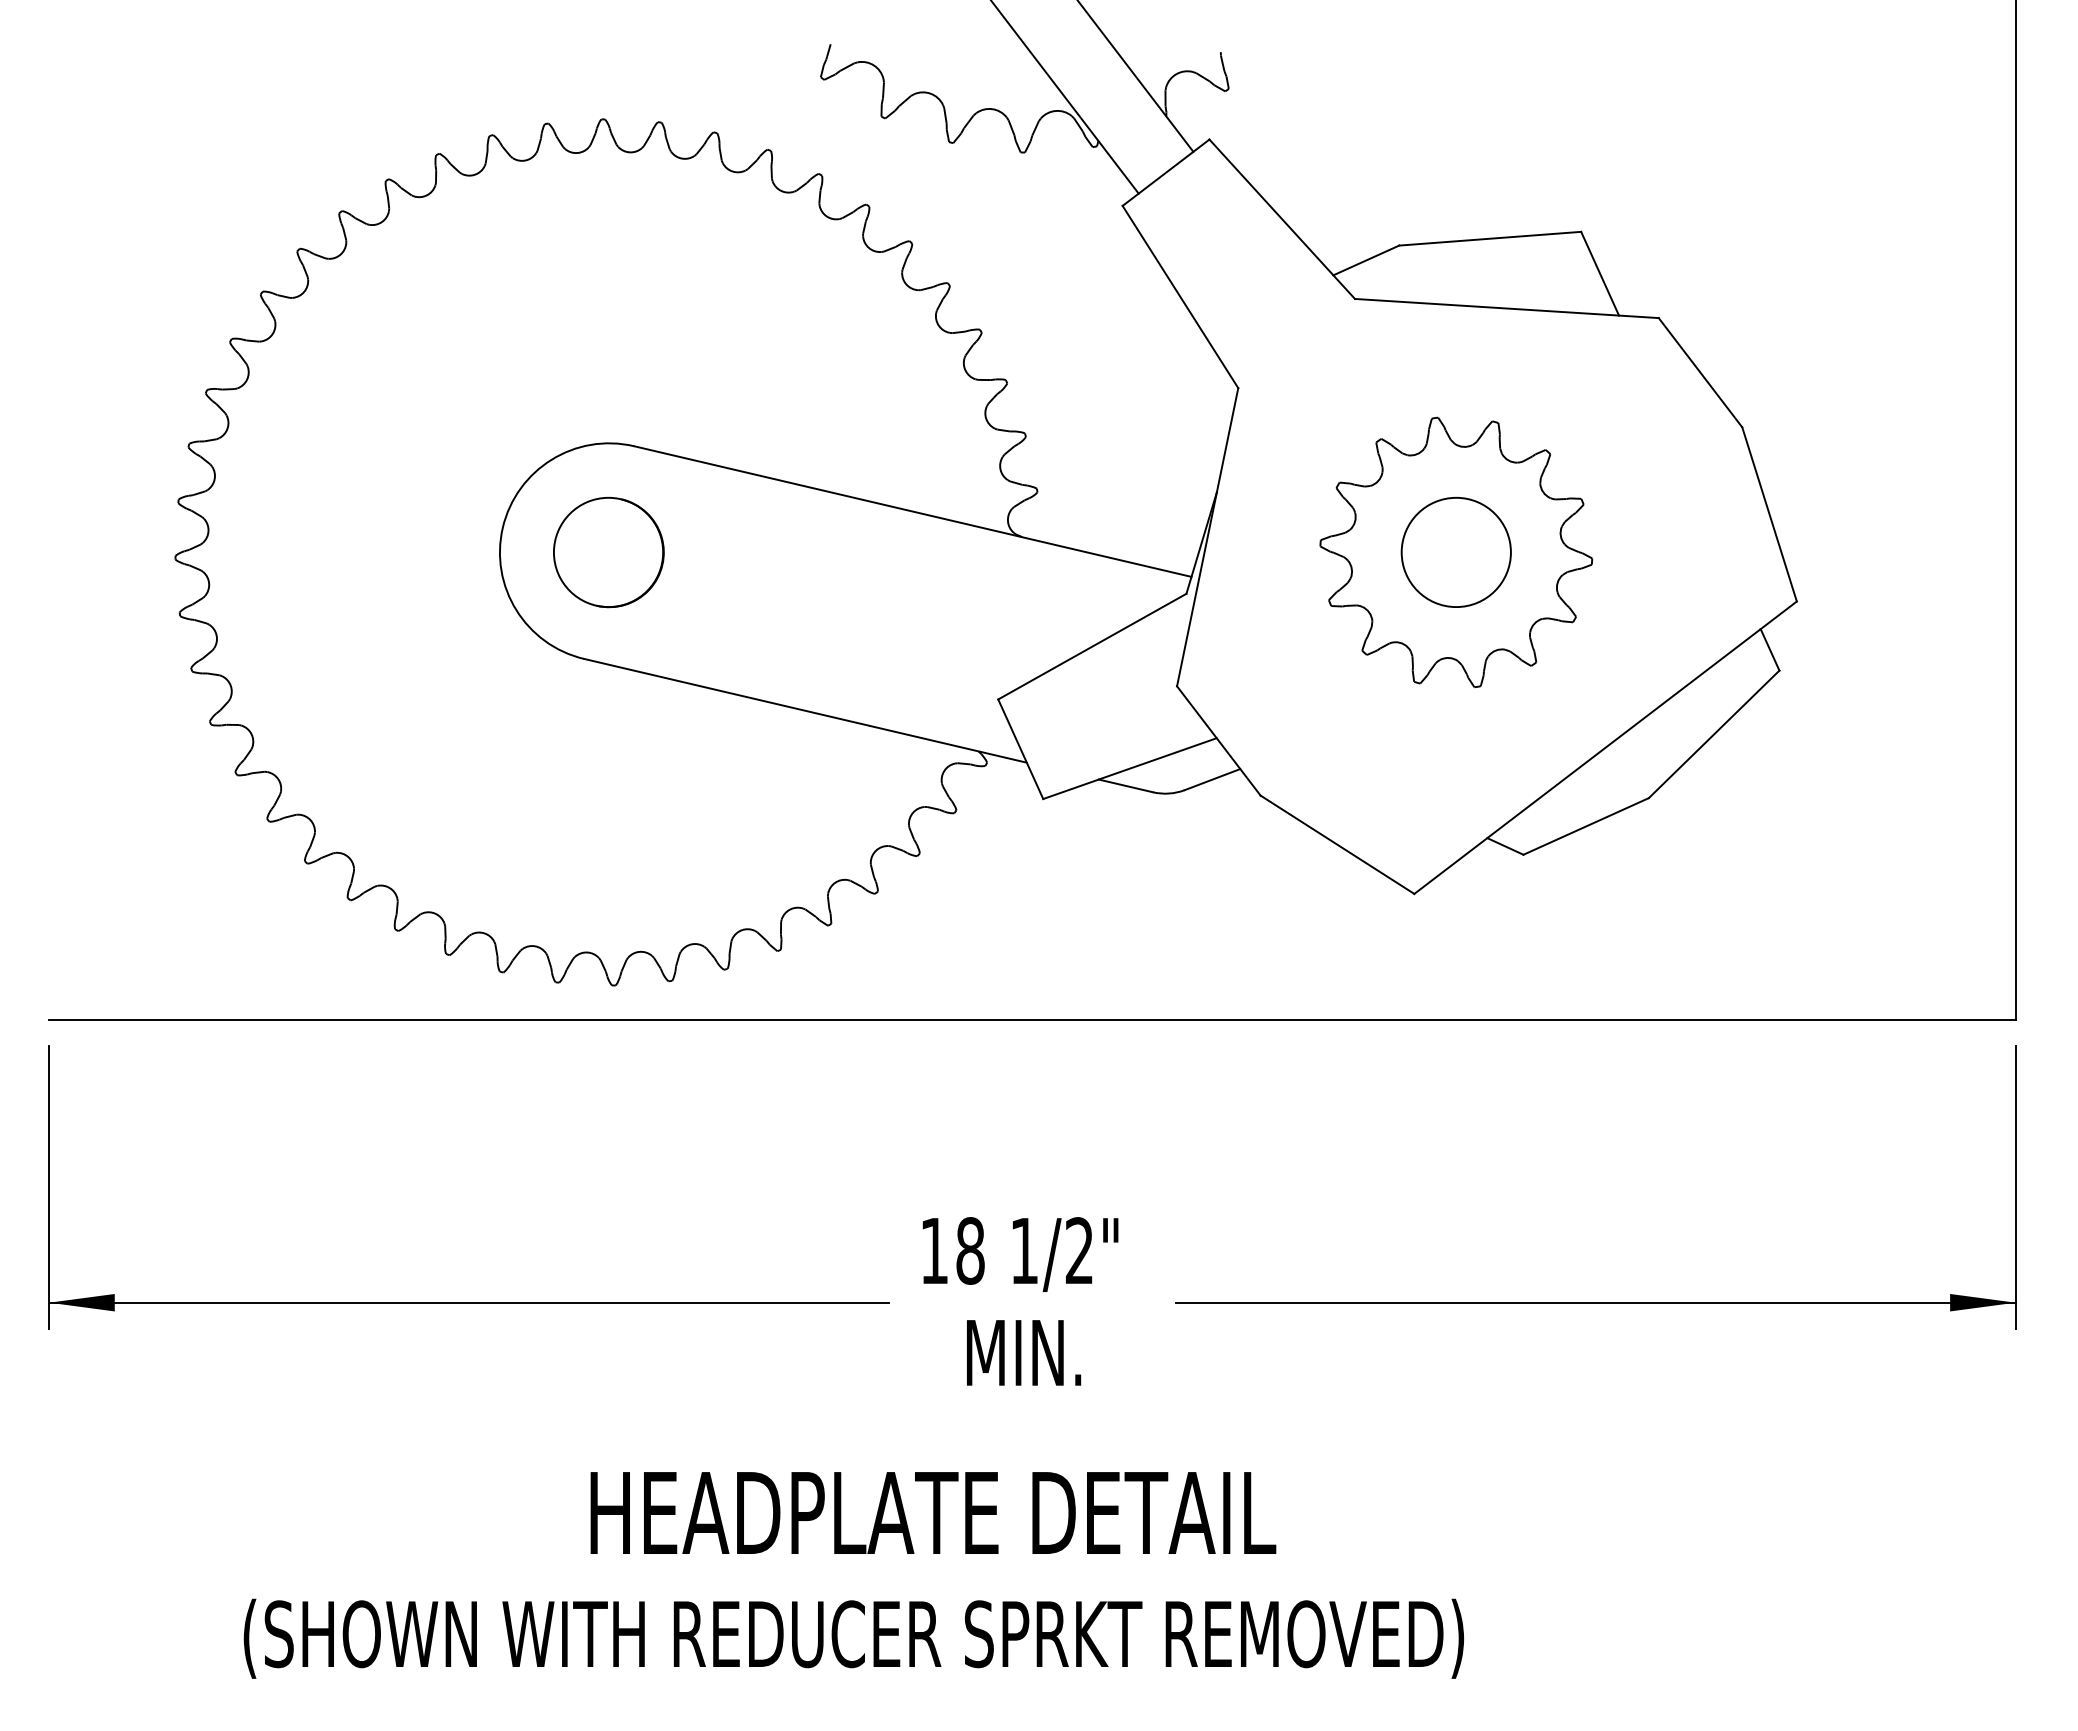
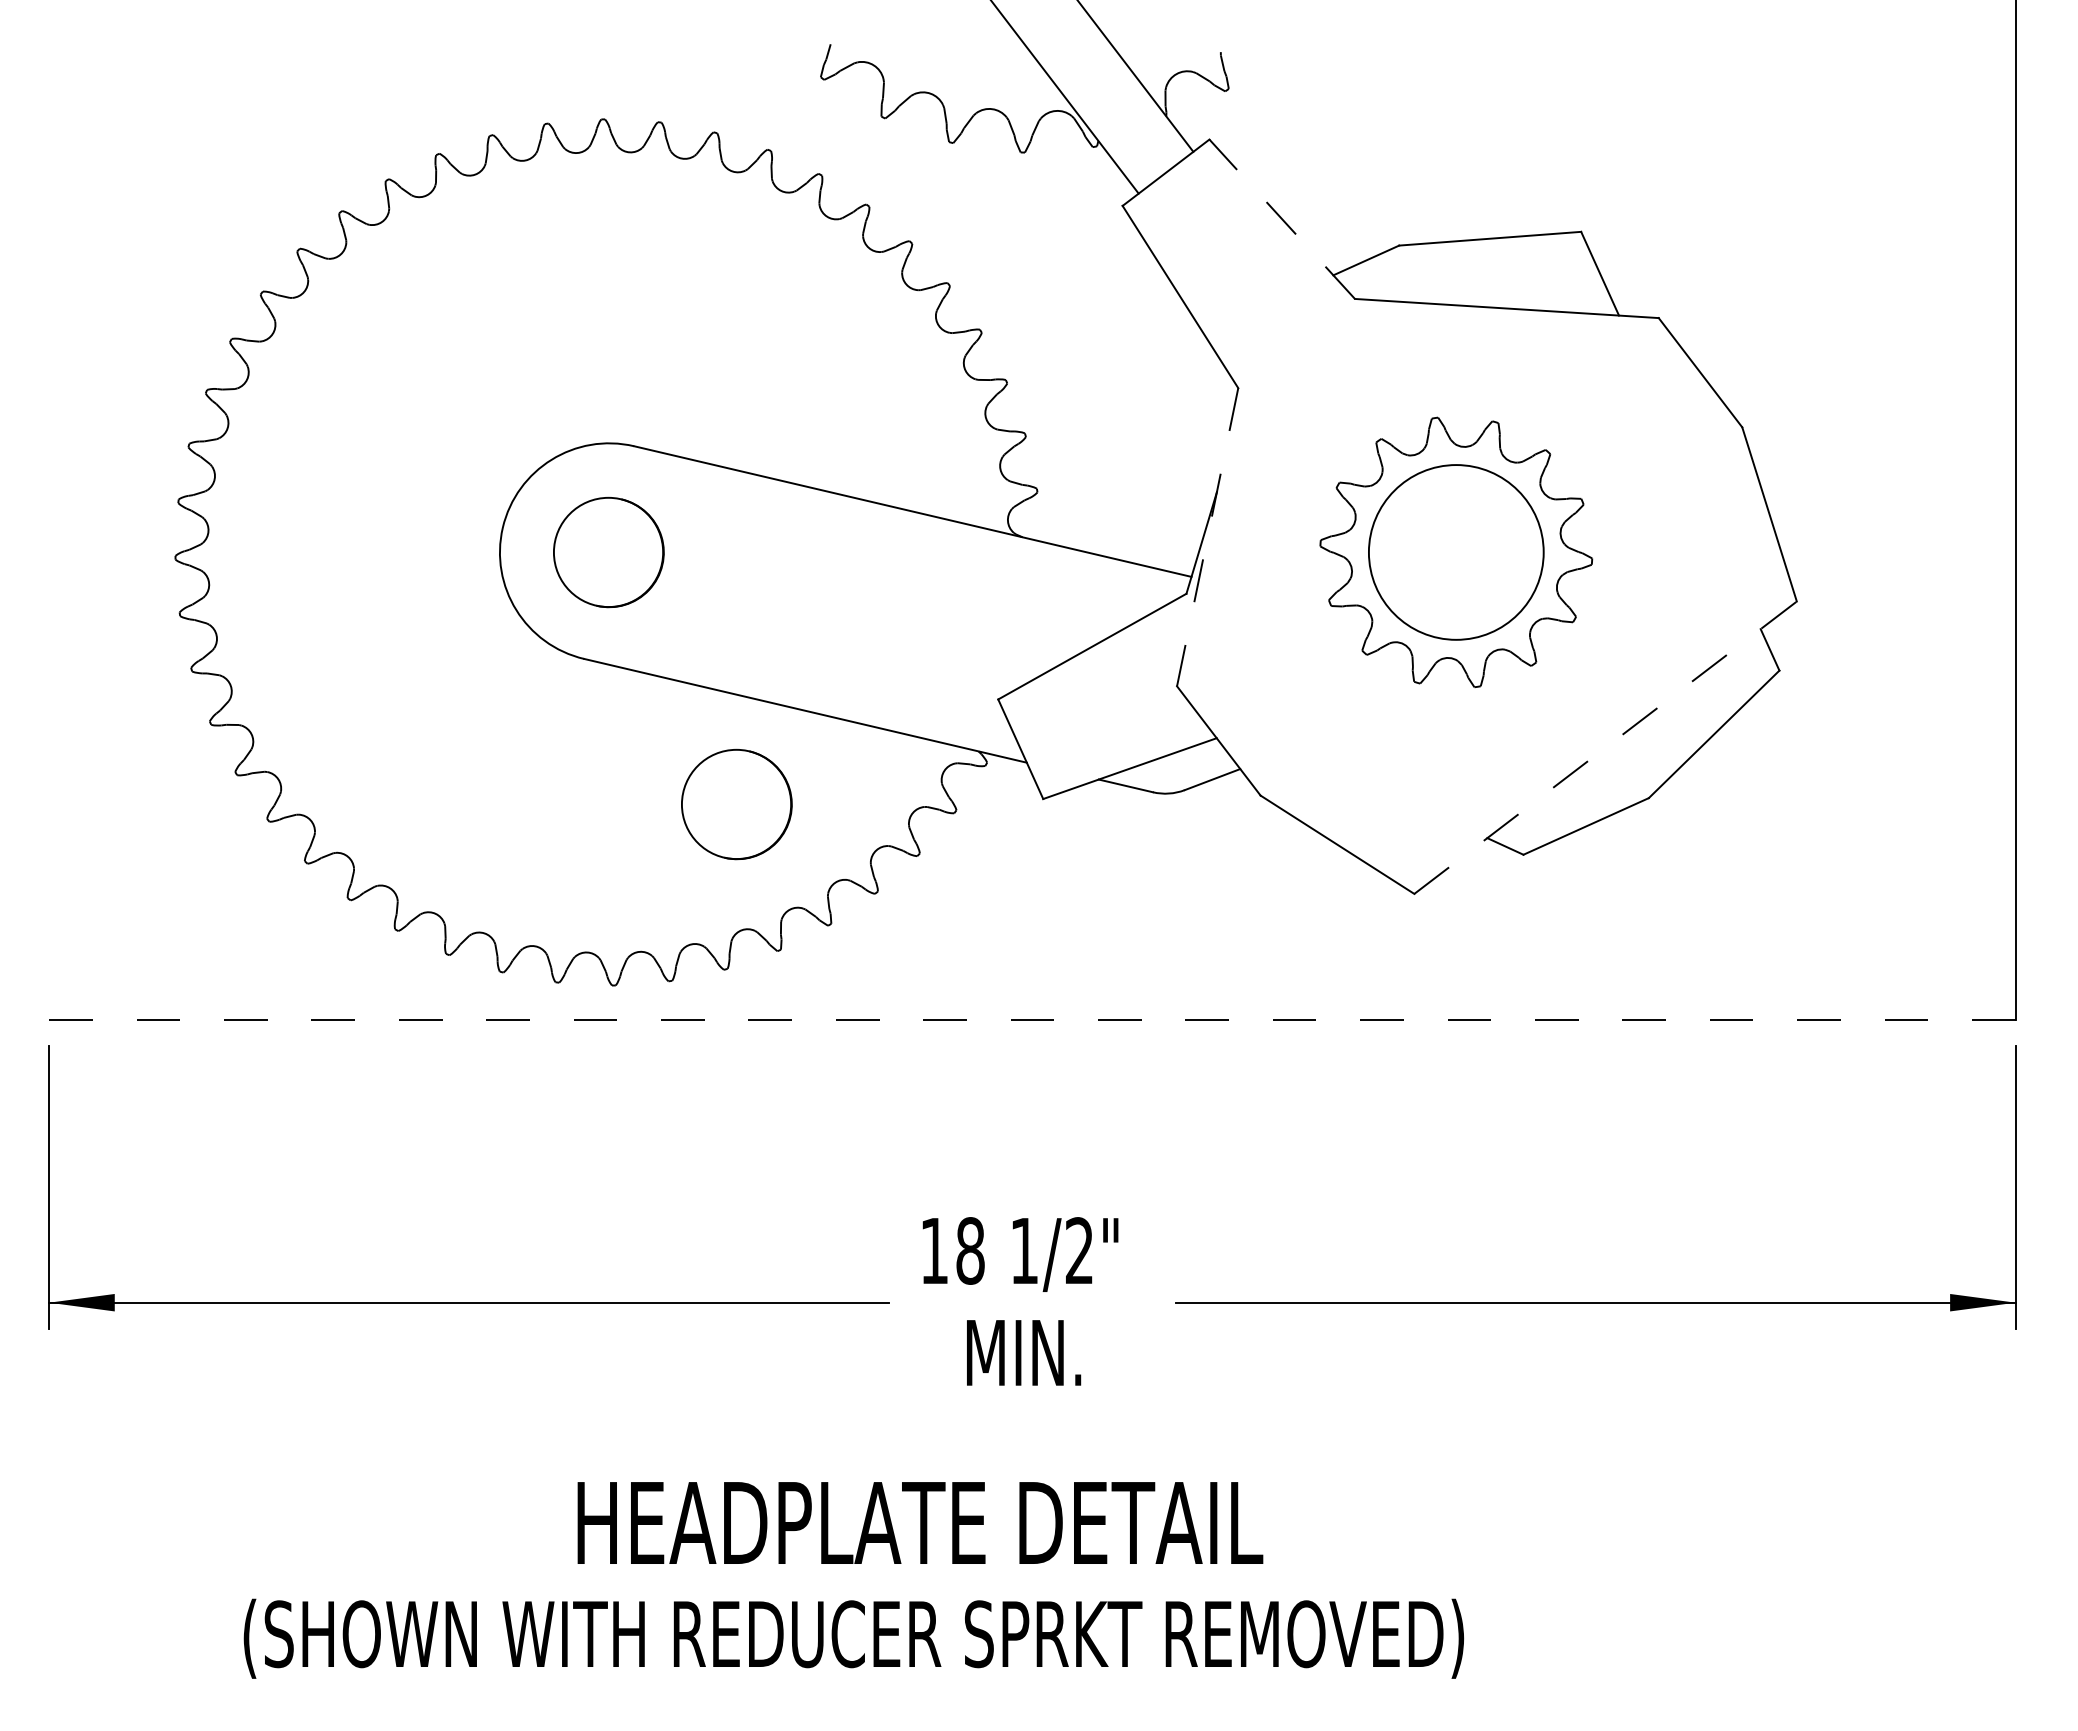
line at (1282, 219): solid -> dashed
line at (1207, 537): solid -> dashed
circle at (1455, 552) diameter: 109 px -> 175 px
line at (1605, 747): solid -> dashed
part at (736, 804): none -> present
line at (1032, 1019): solid -> dashed
text at (933, 1512) position: (933, 1512) -> (920, 1522)
